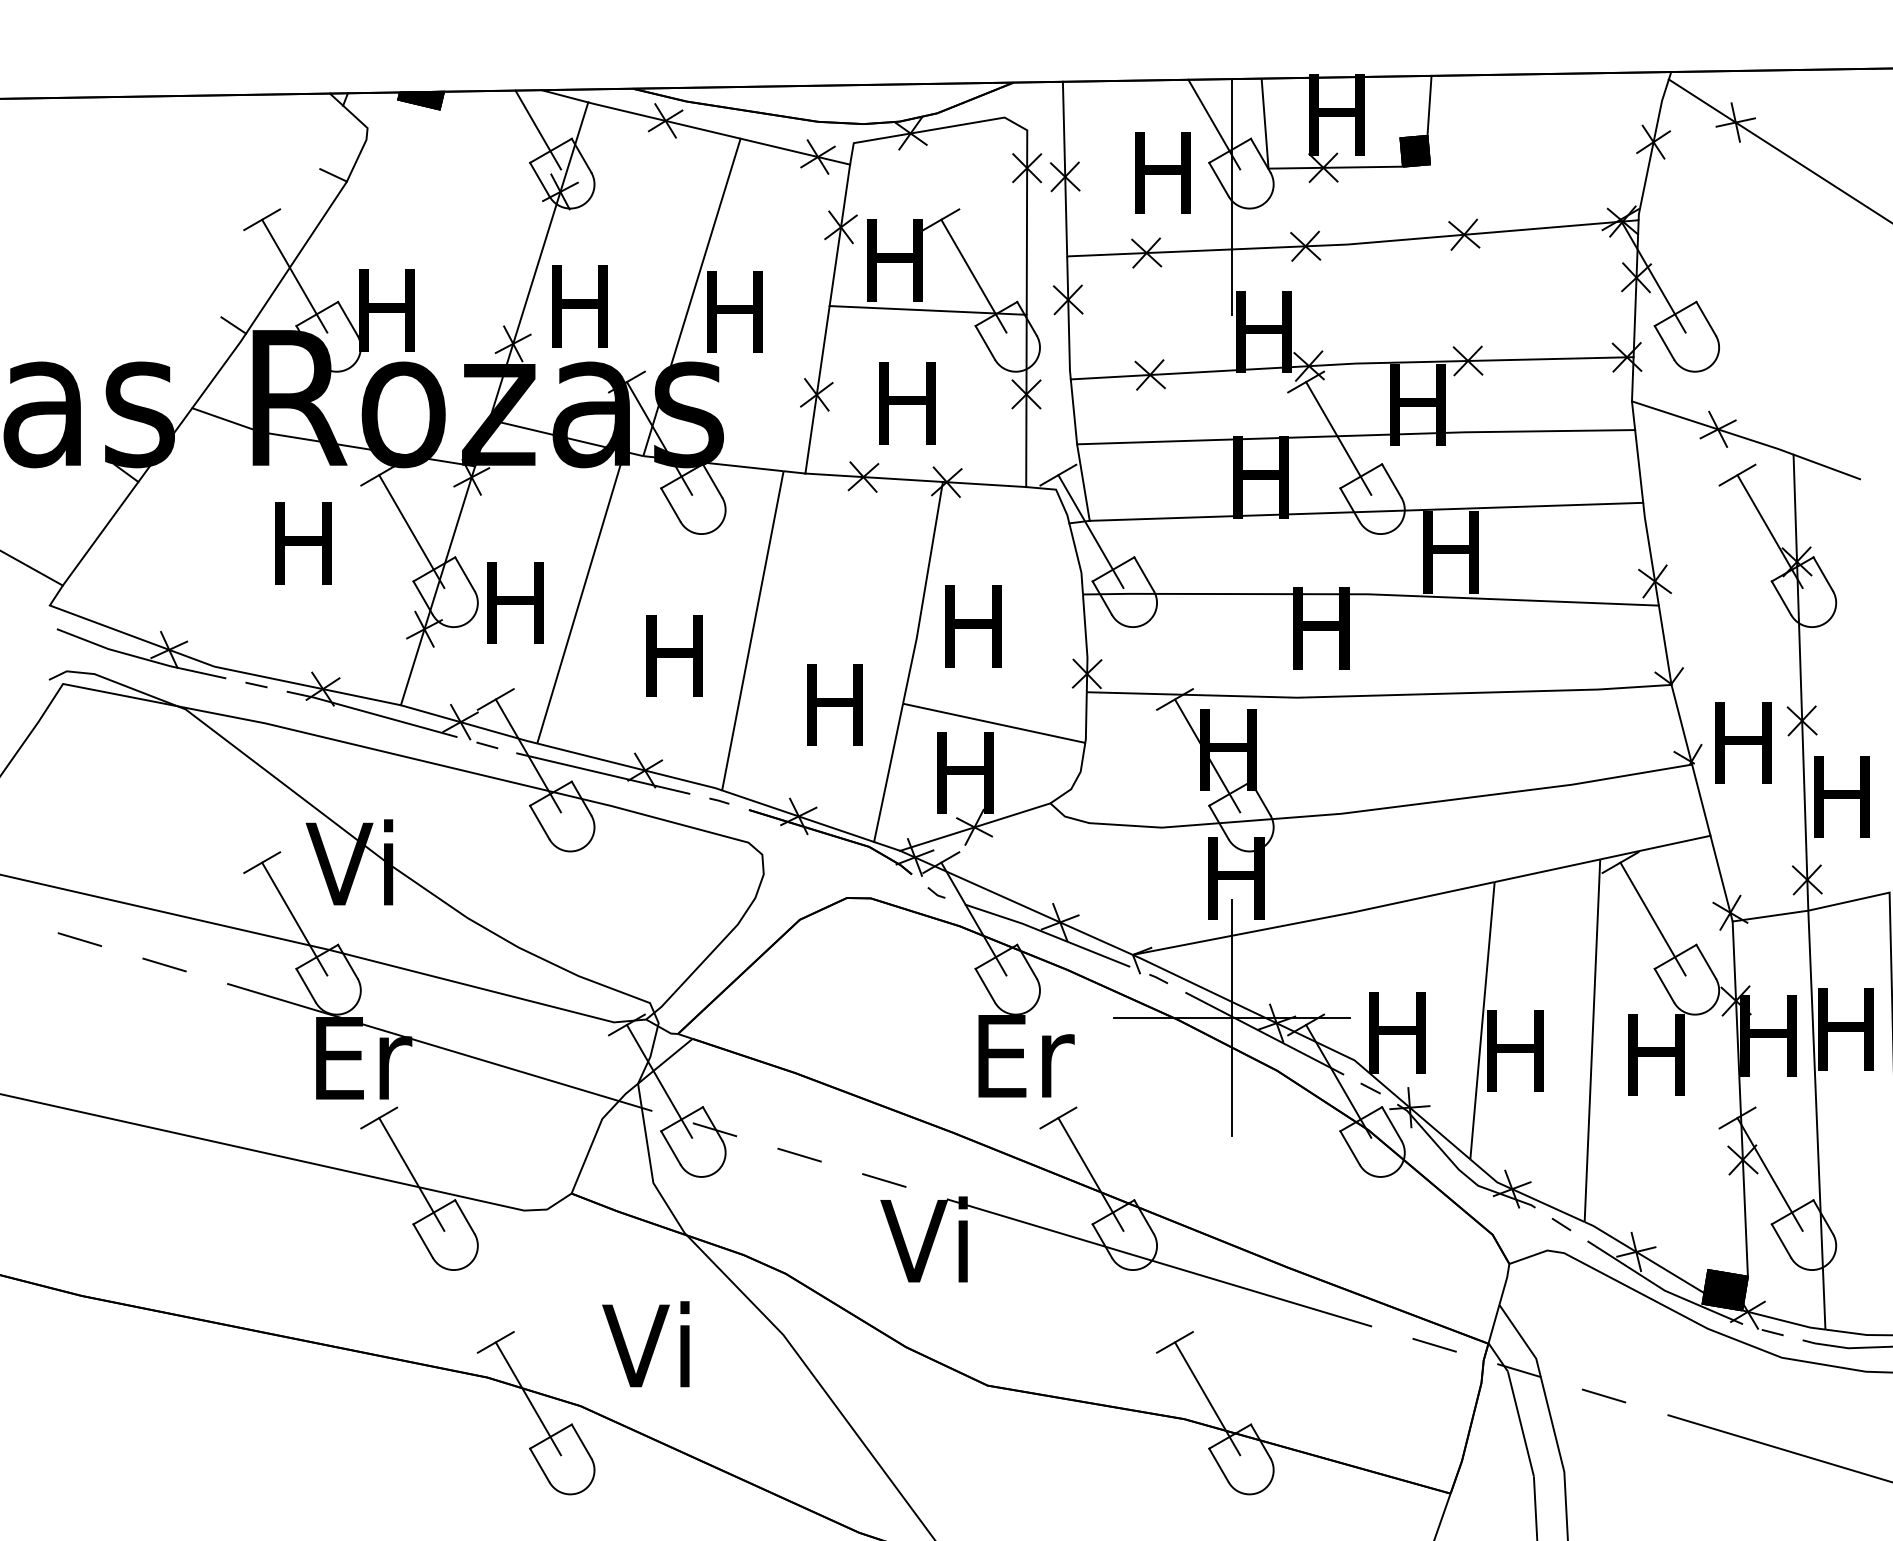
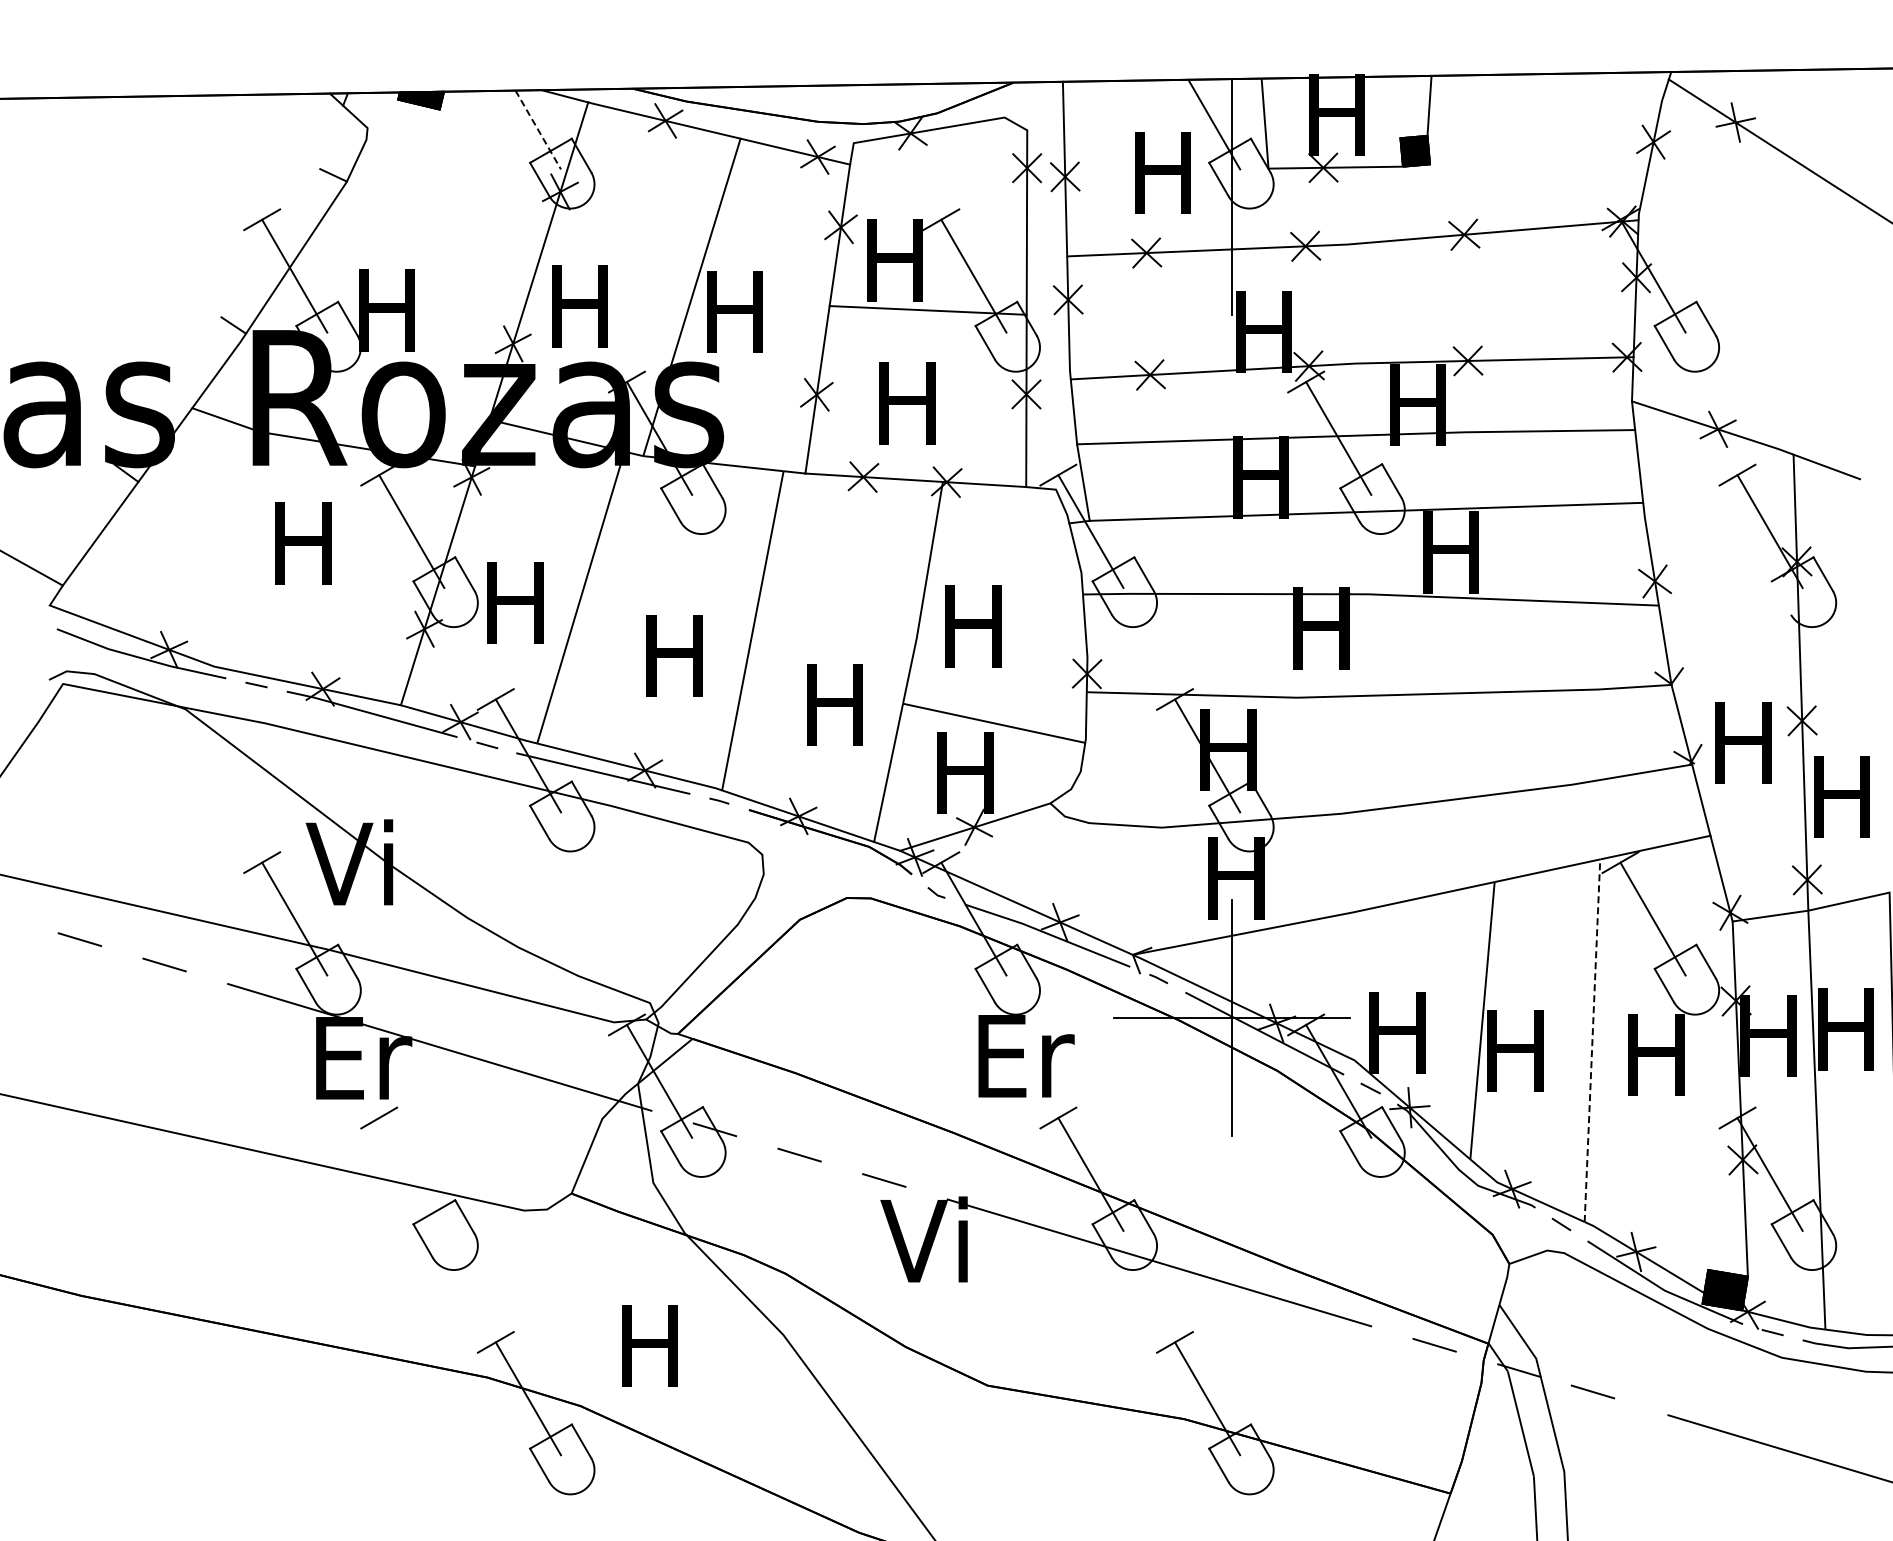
line at (538, 130): solid -> dashed
line at (1781, 597): present -> none
line at (1592, 1040): solid -> dashed
line at (411, 1174): present -> none
text at (645, 1344): Vi -> H
line at (1604, 1395) position: (1604, 1395) -> (1593, 1391)
